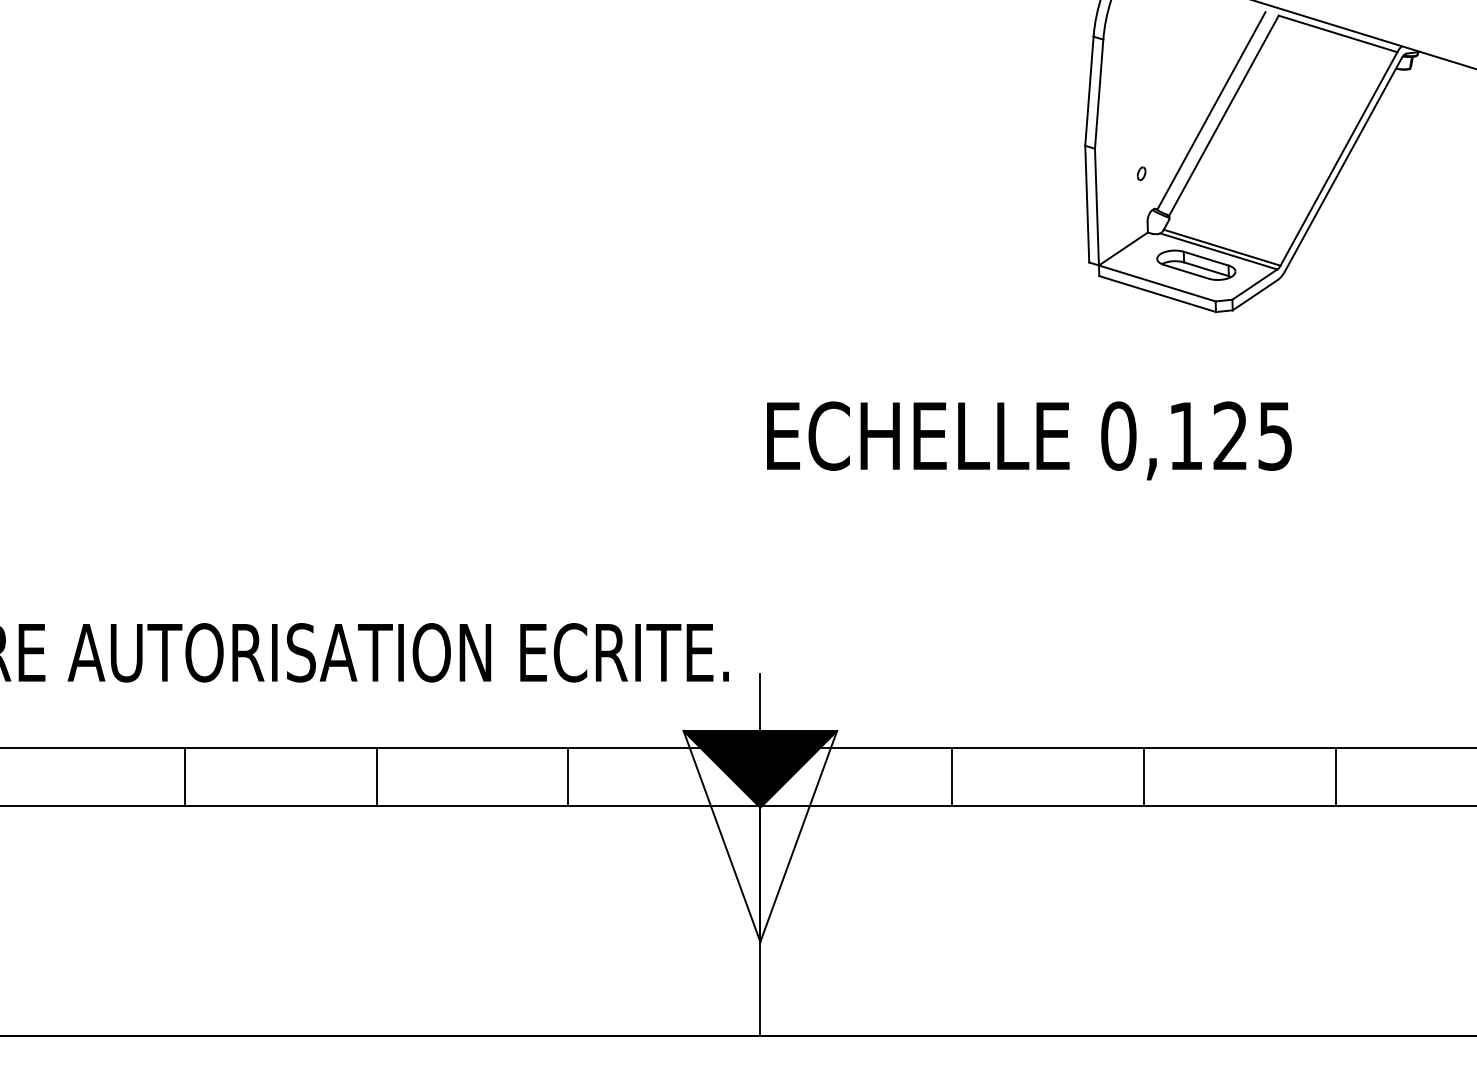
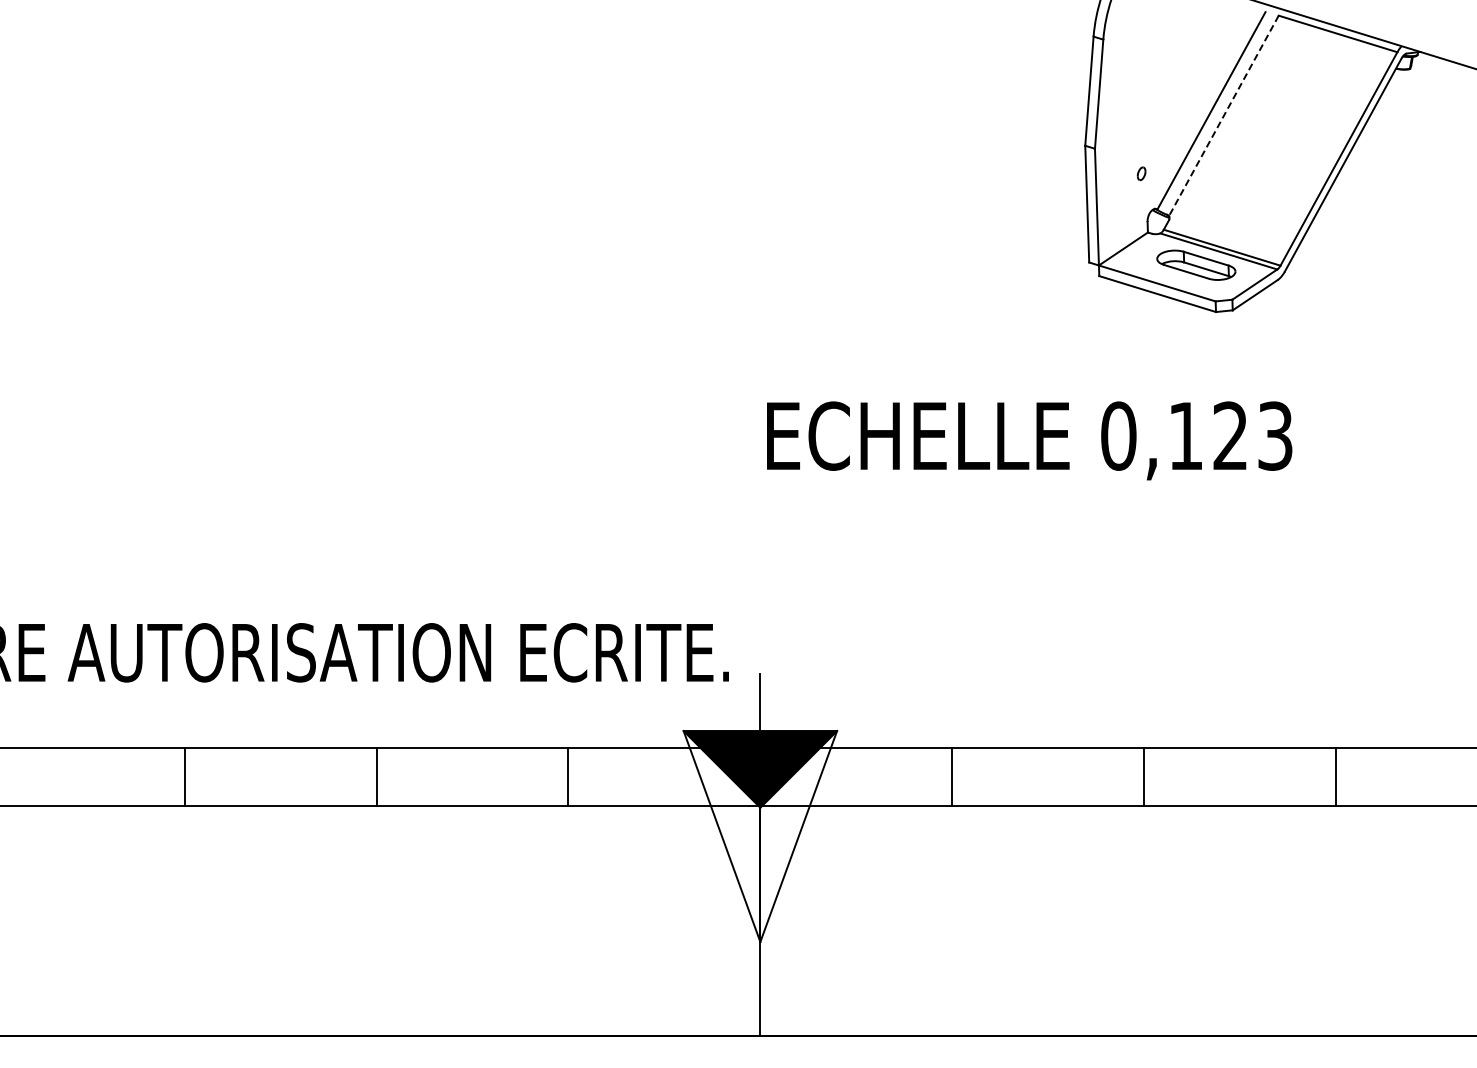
line at (1223, 116): solid -> dashed
text at (1275, 435): 0,125 -> 0,123
